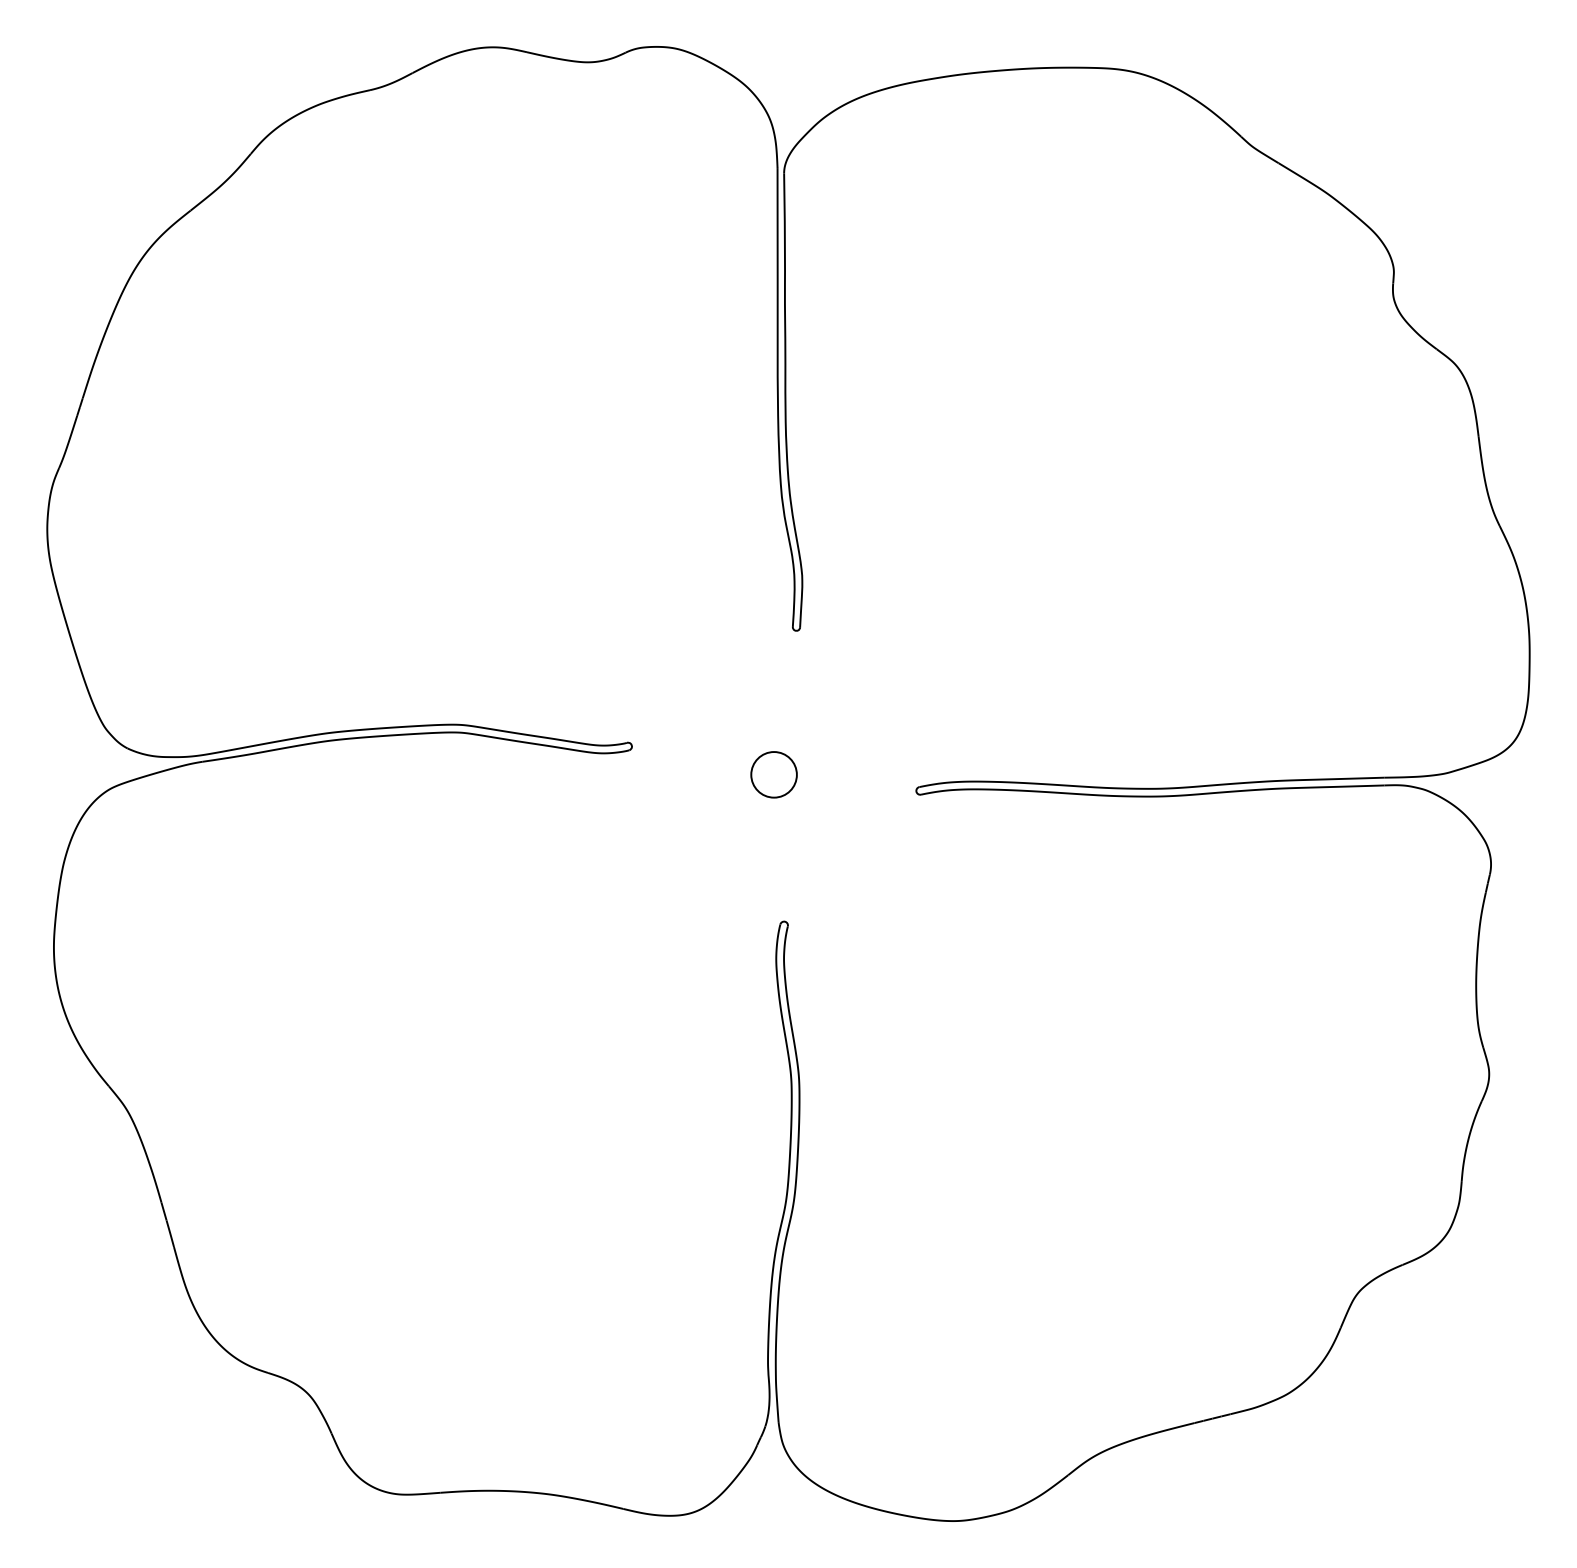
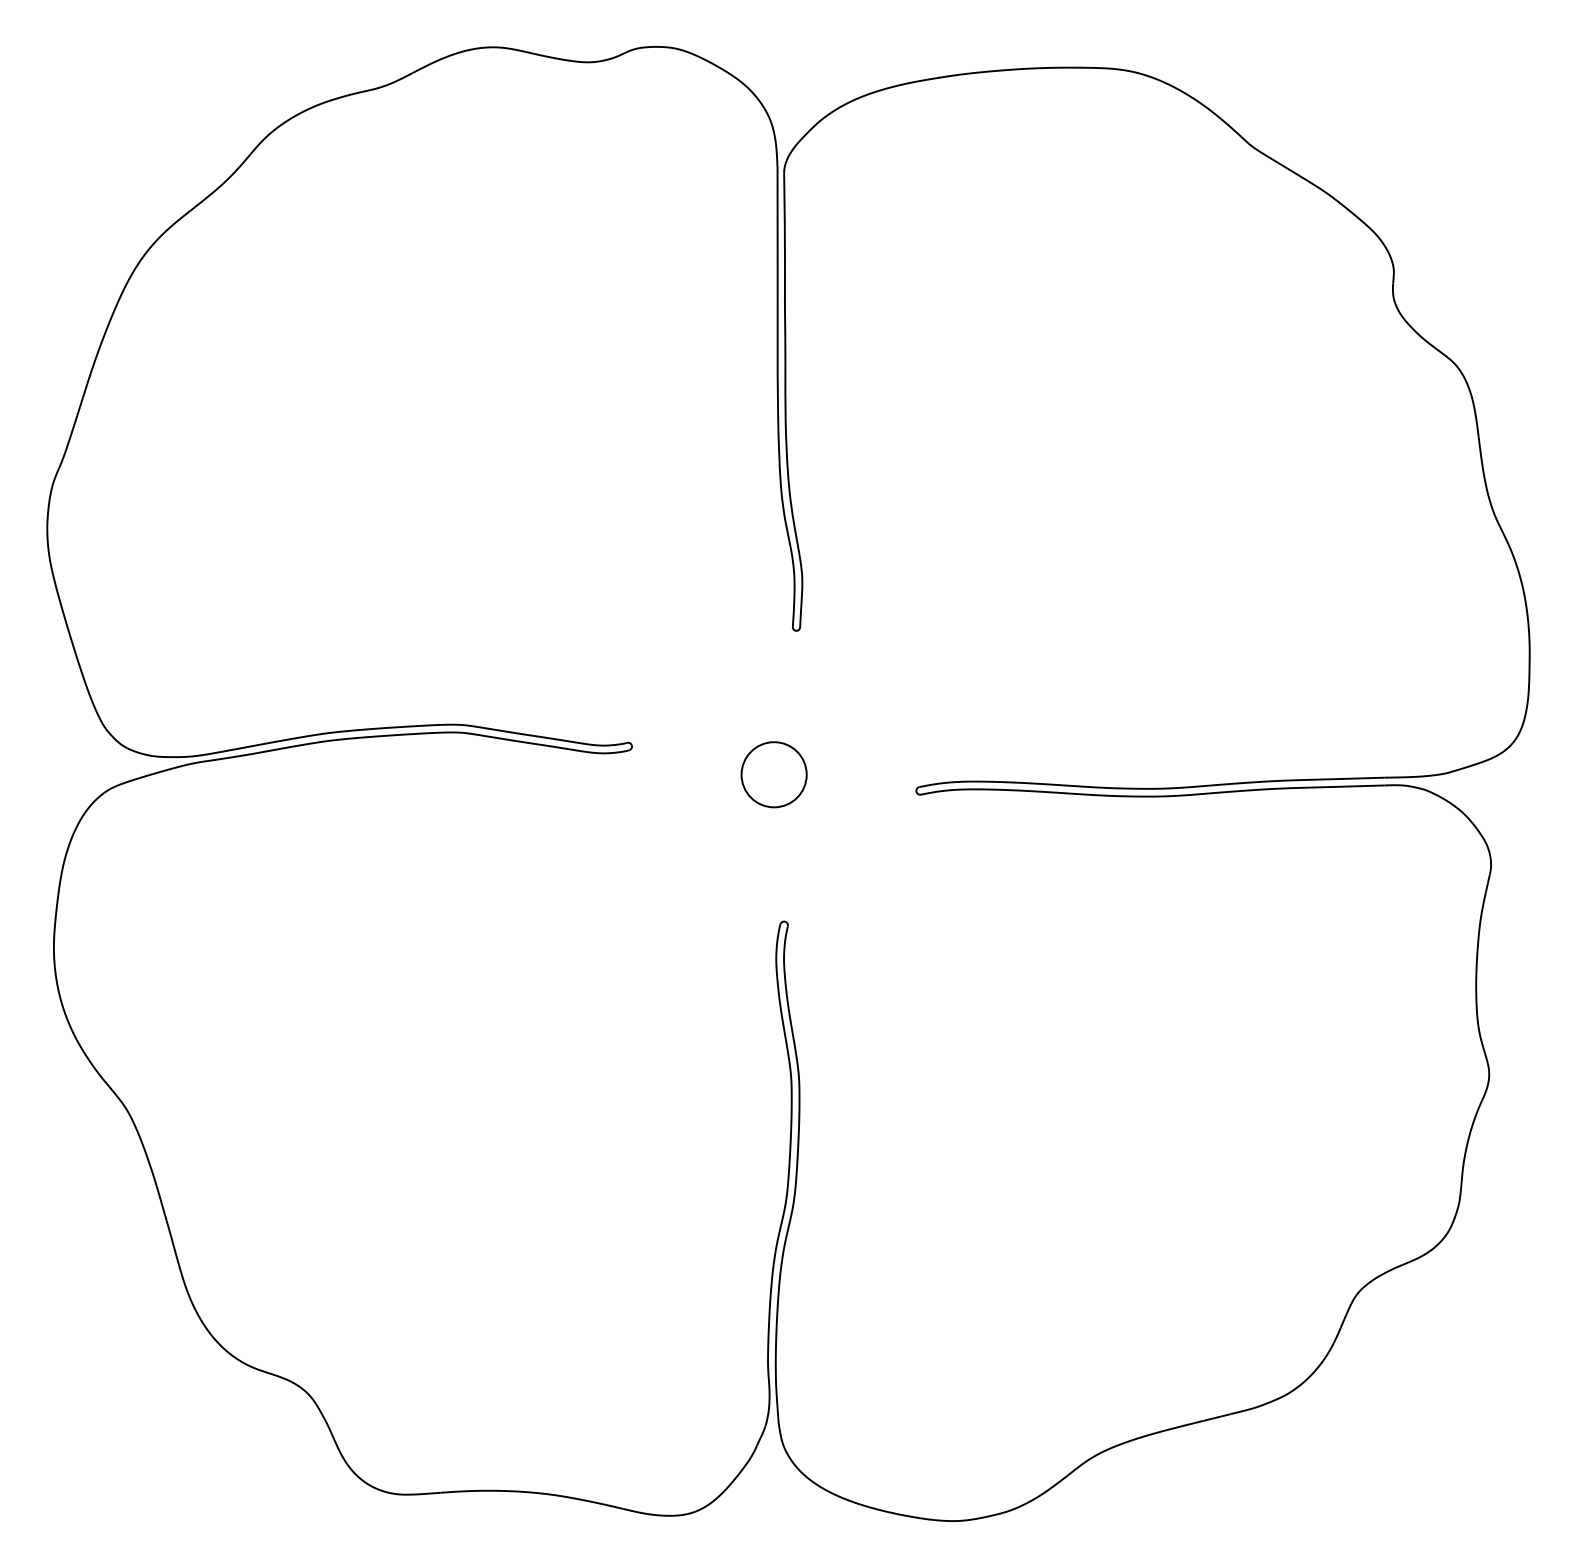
circle at (773, 774) size: 48x48 px -> 68x68 px
